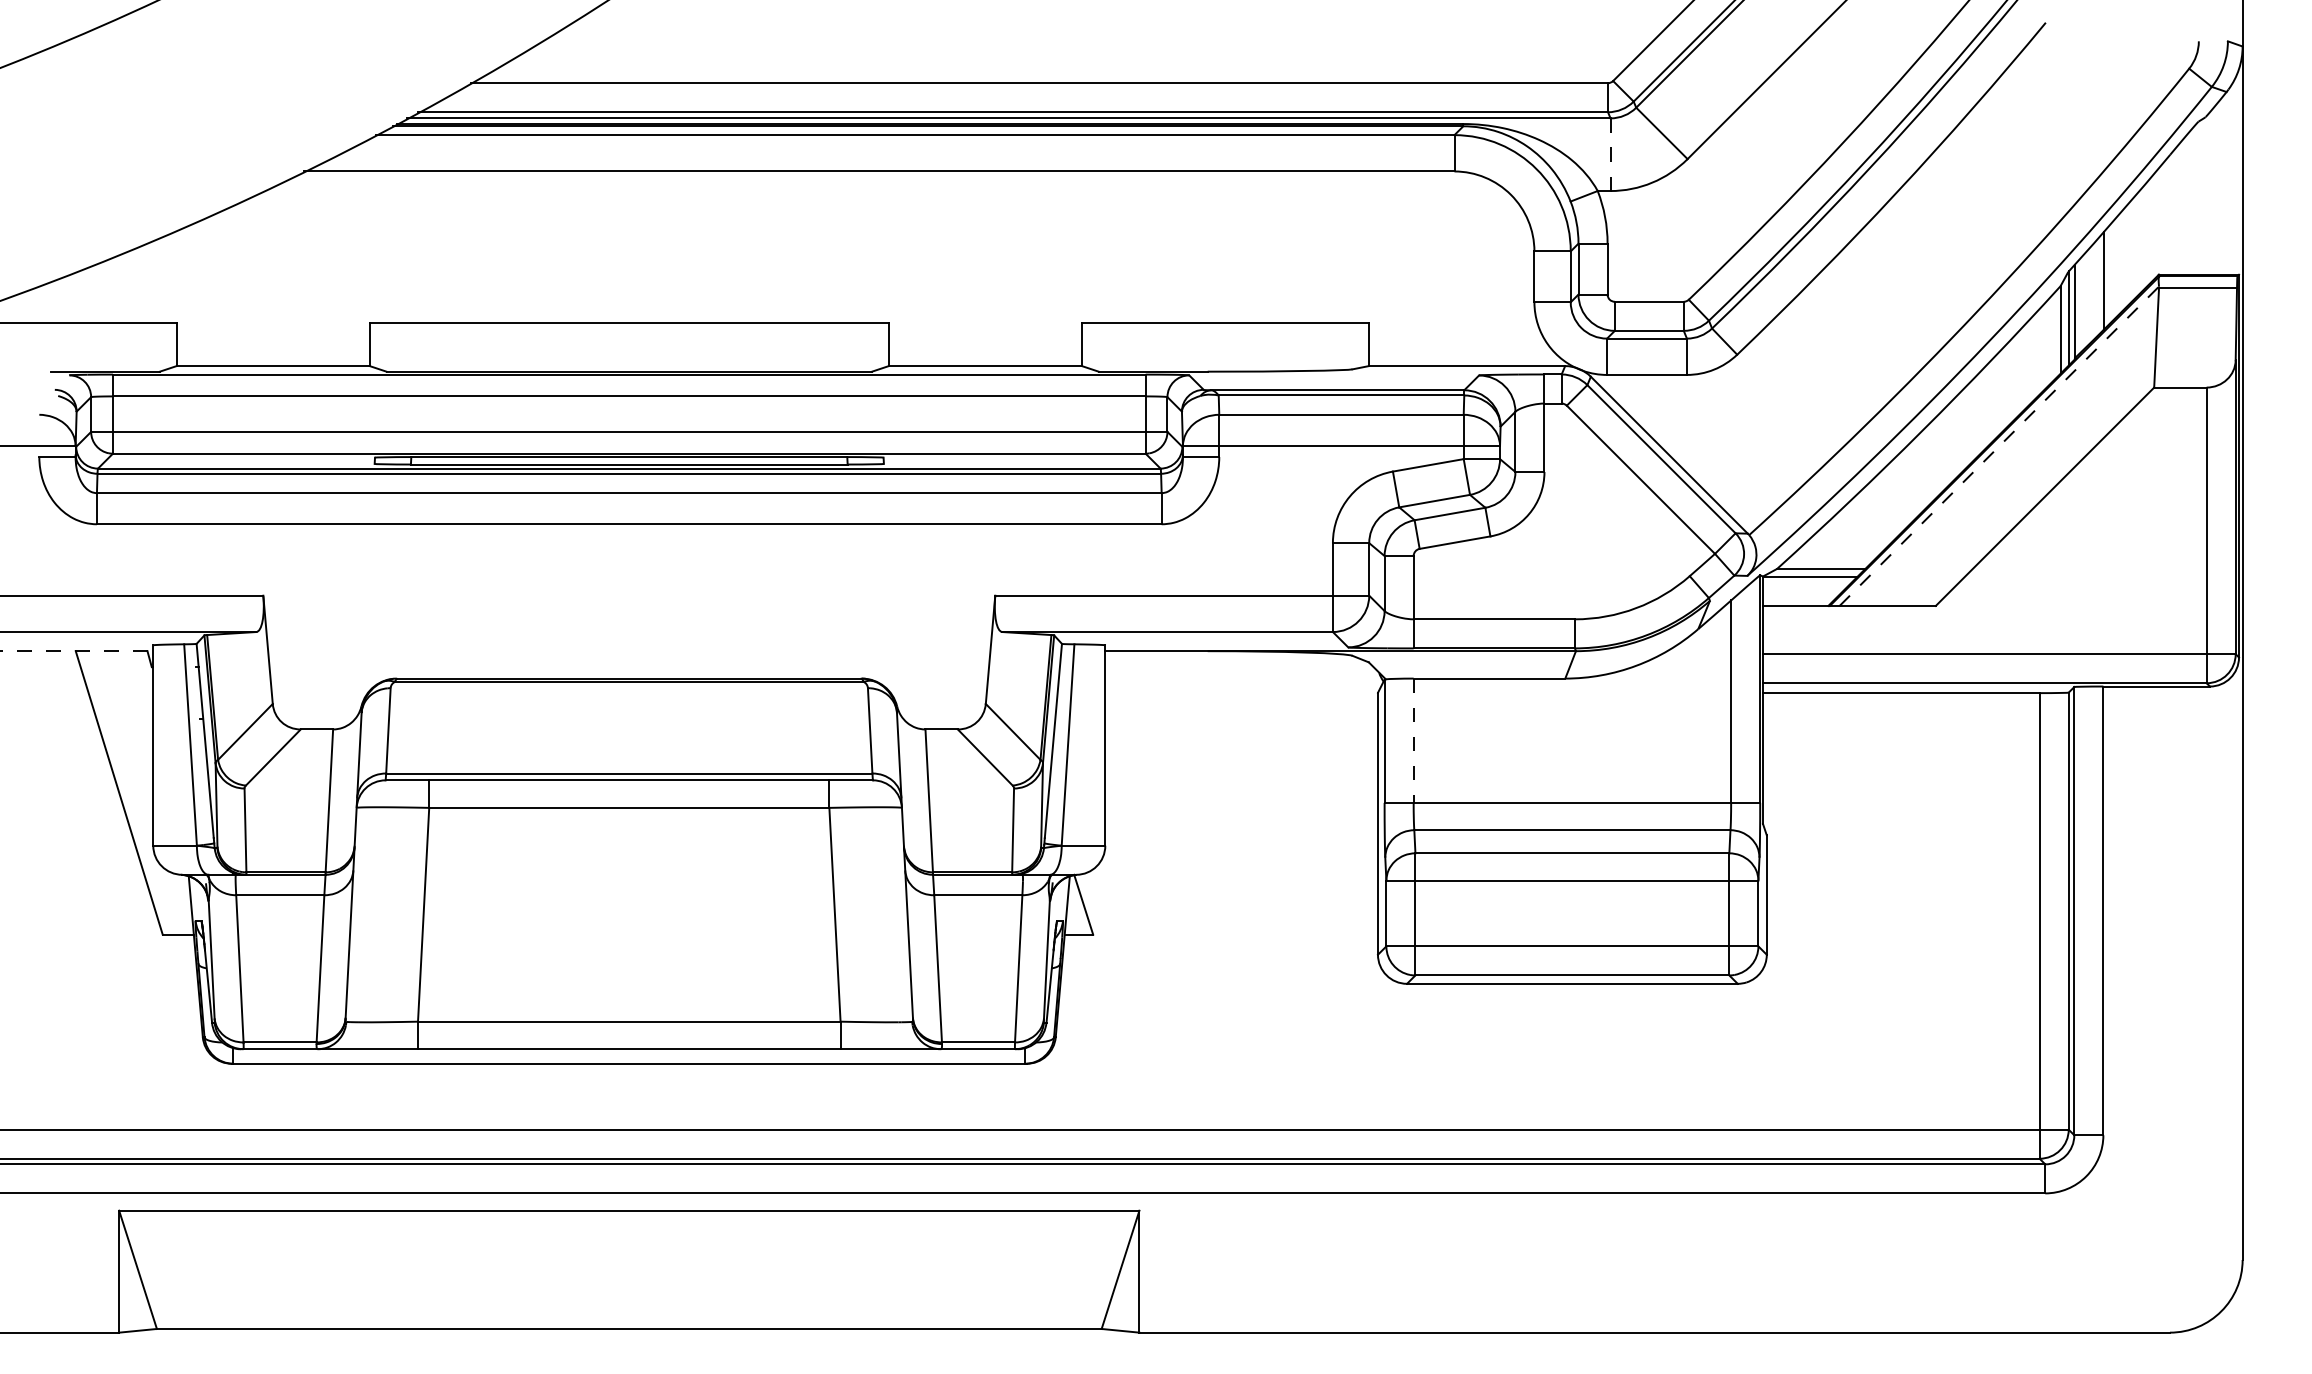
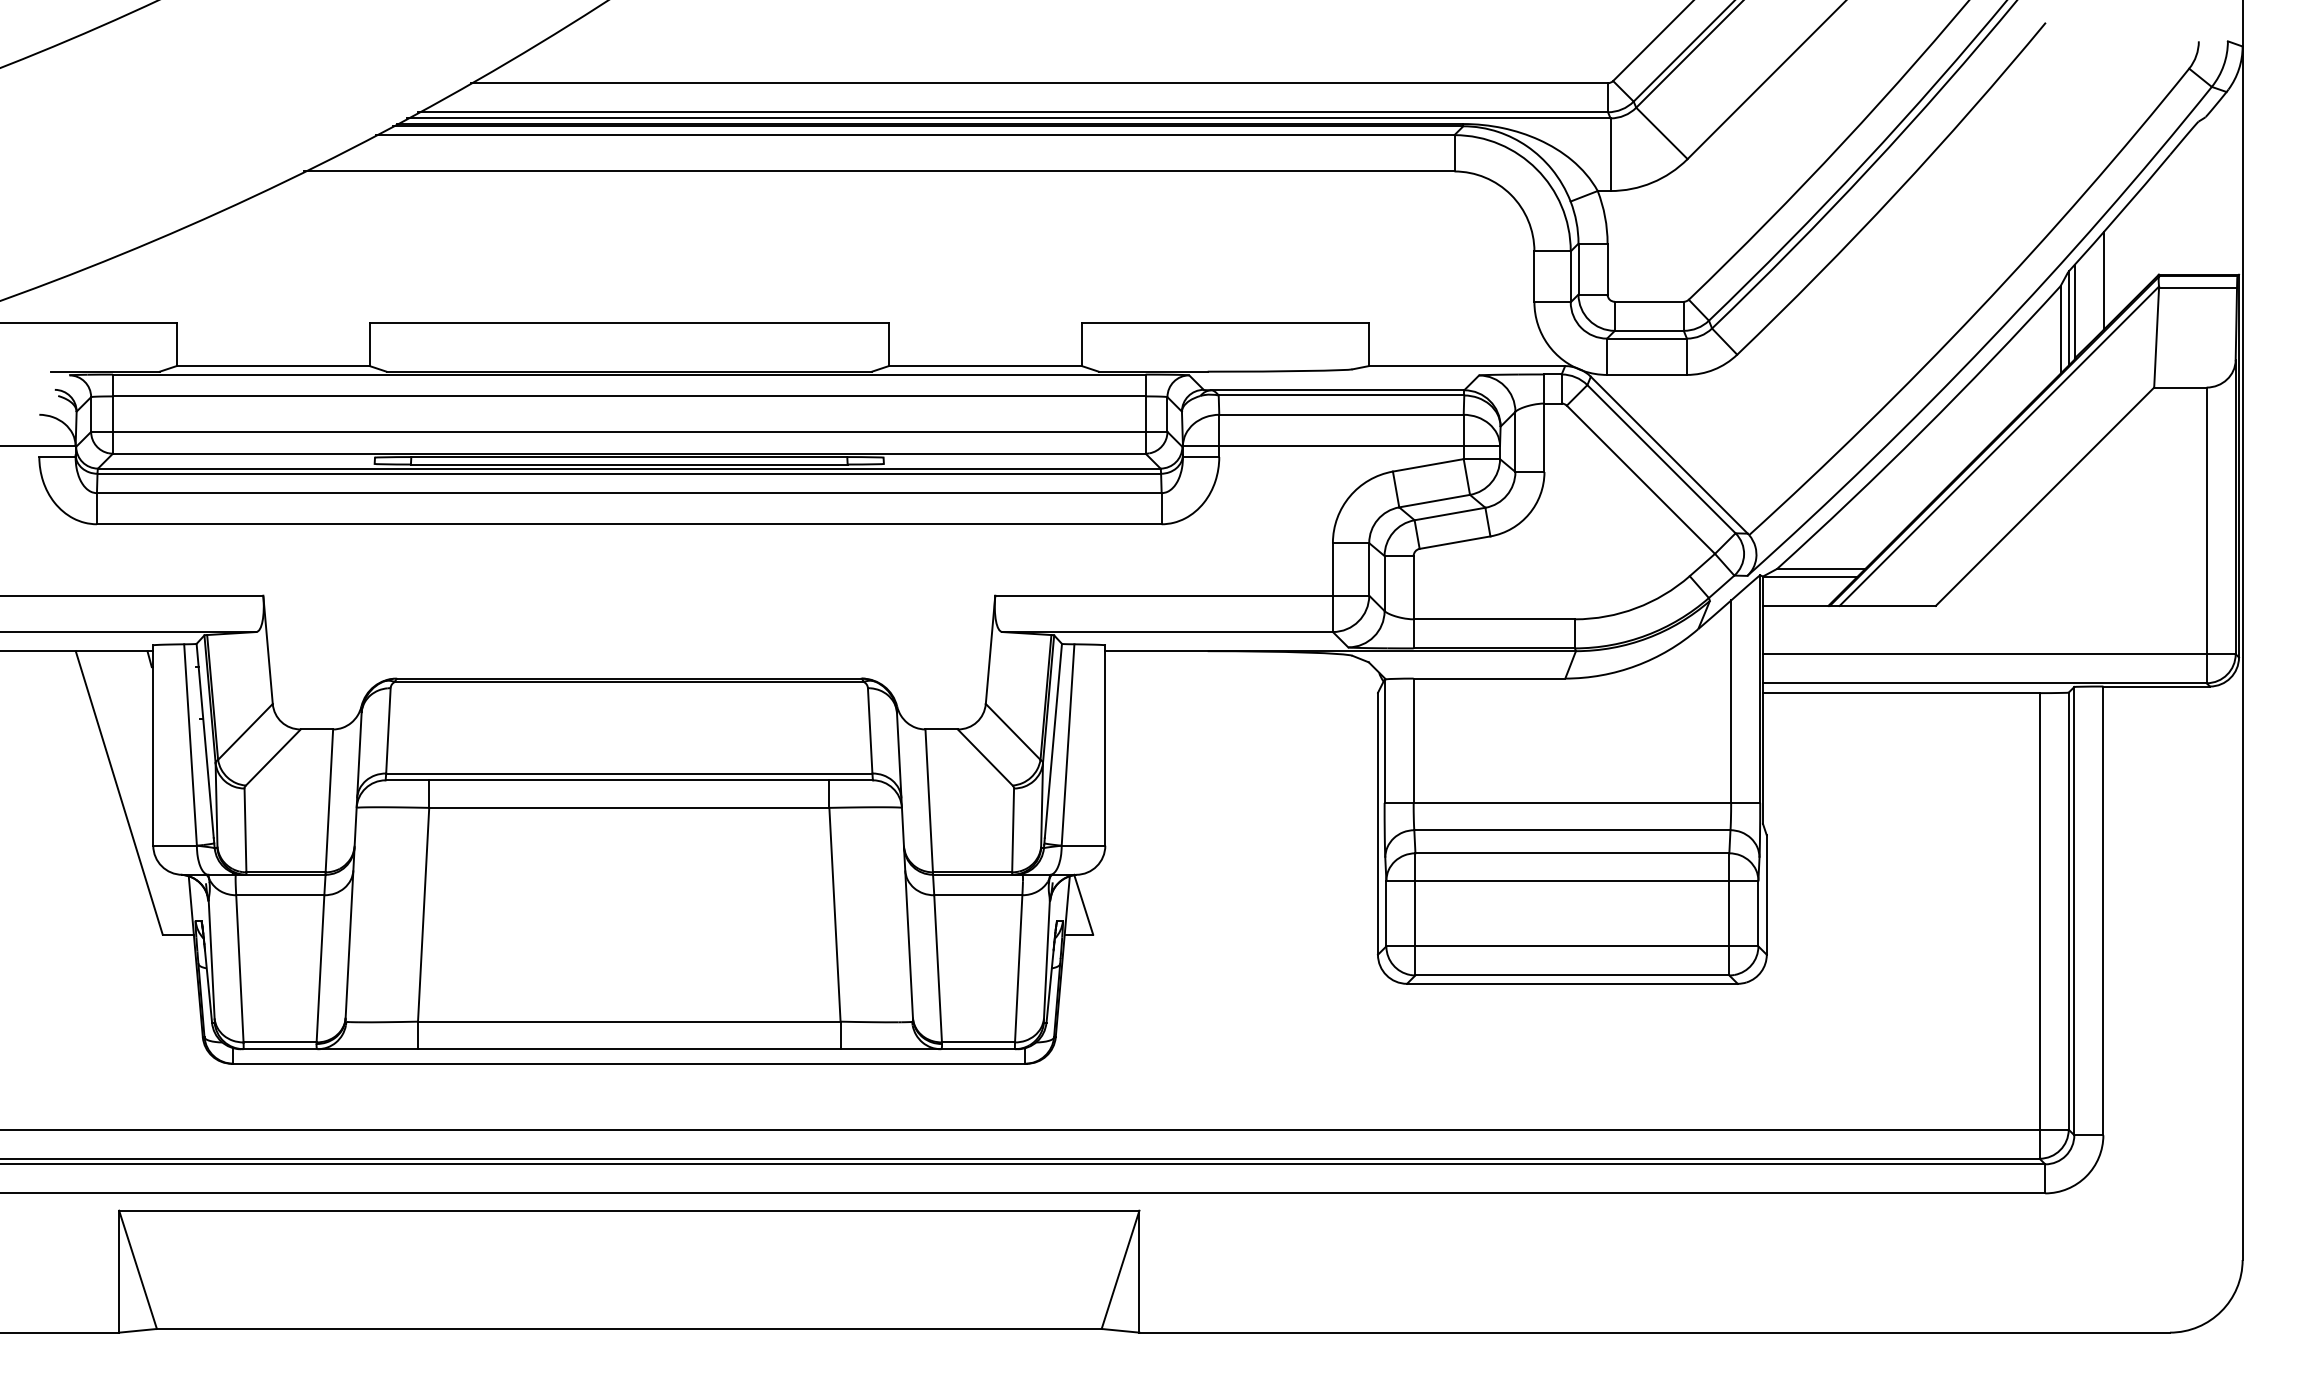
line at (1610, 155): dashed -> solid
line at (1999, 446): dashed -> solid
line at (77, 651): dashed -> solid
line at (1413, 741): dashed -> solid
